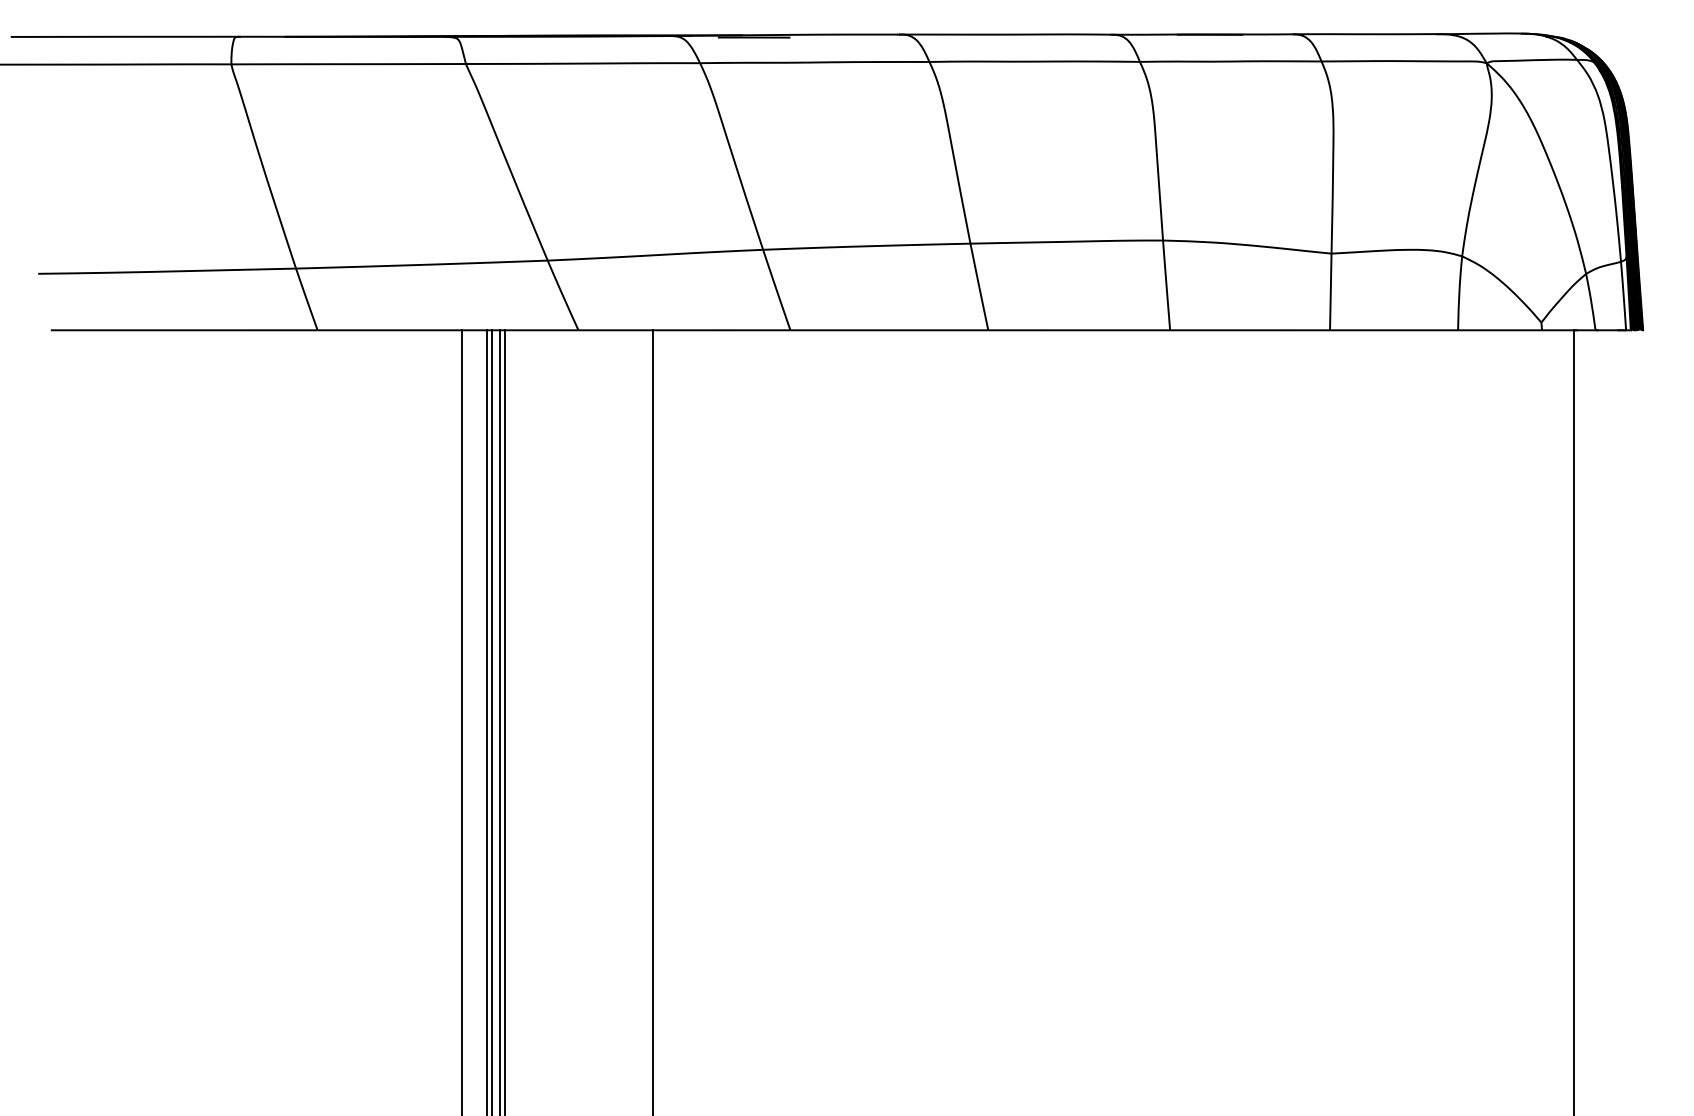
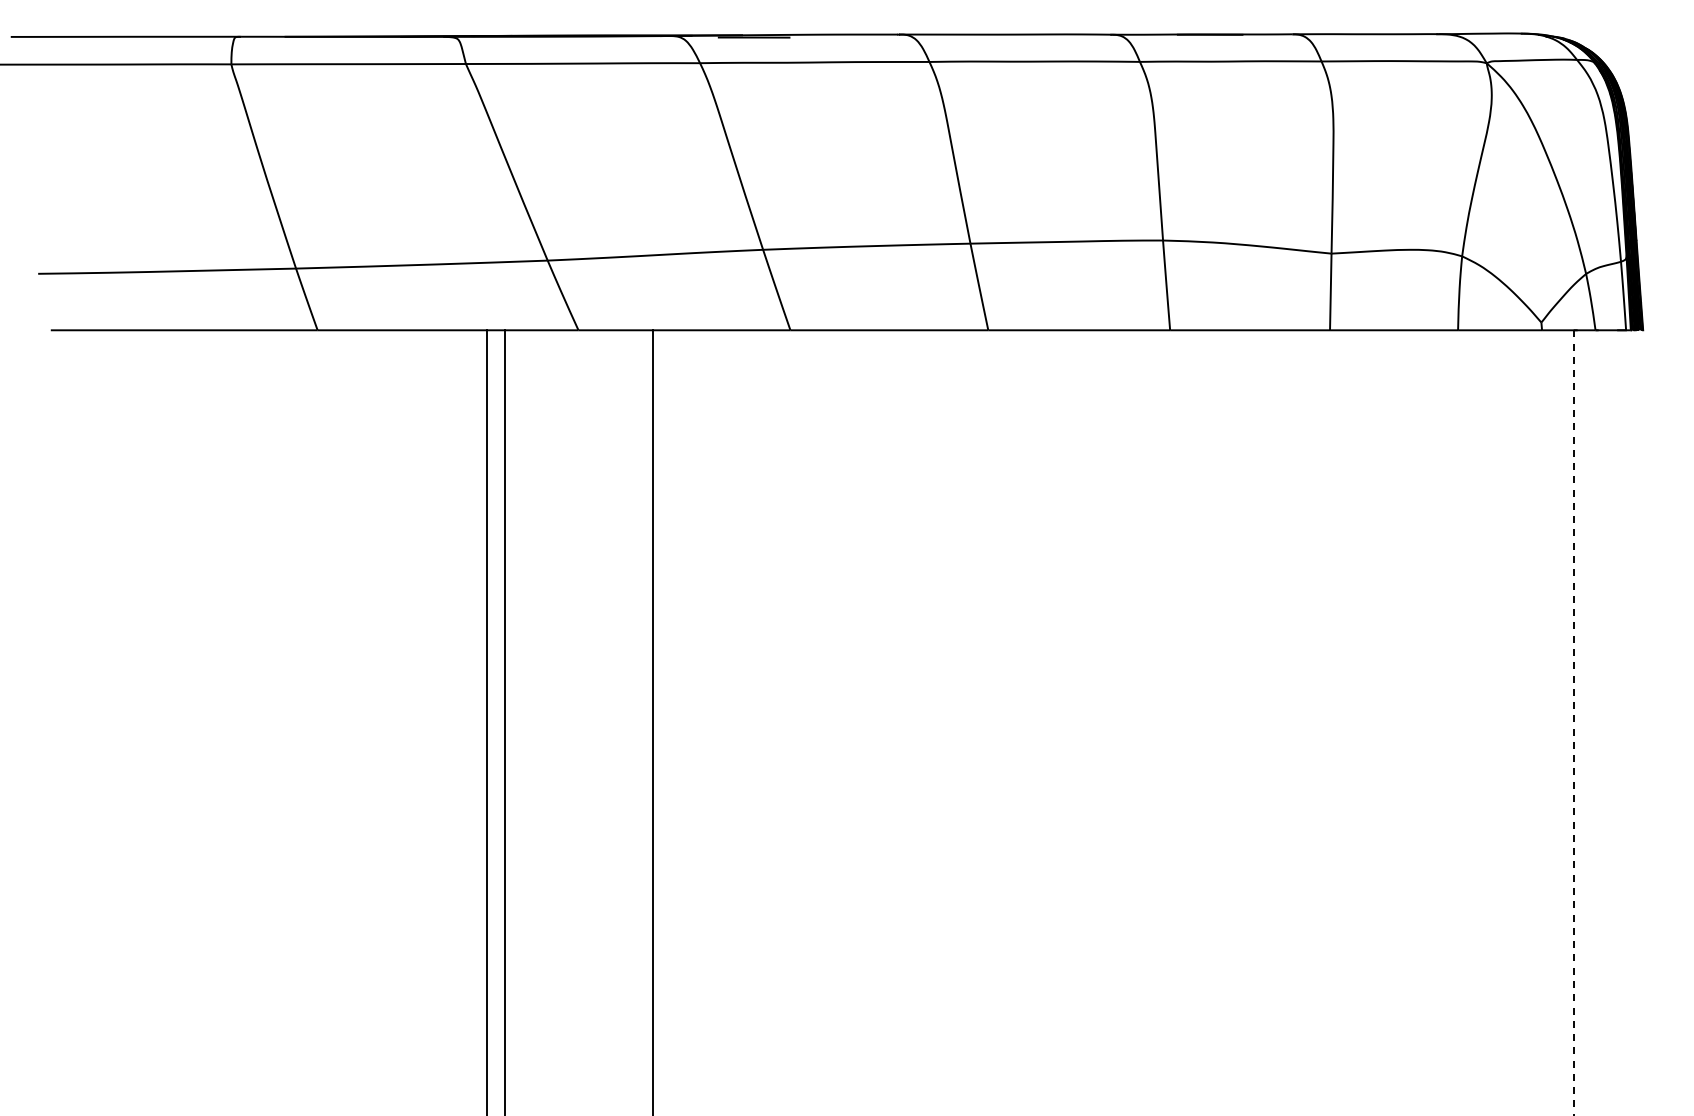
line at (462, 721): present -> none
line at (491, 721): present -> none
line at (500, 721): present -> none
line at (1573, 723): solid -> dashed
